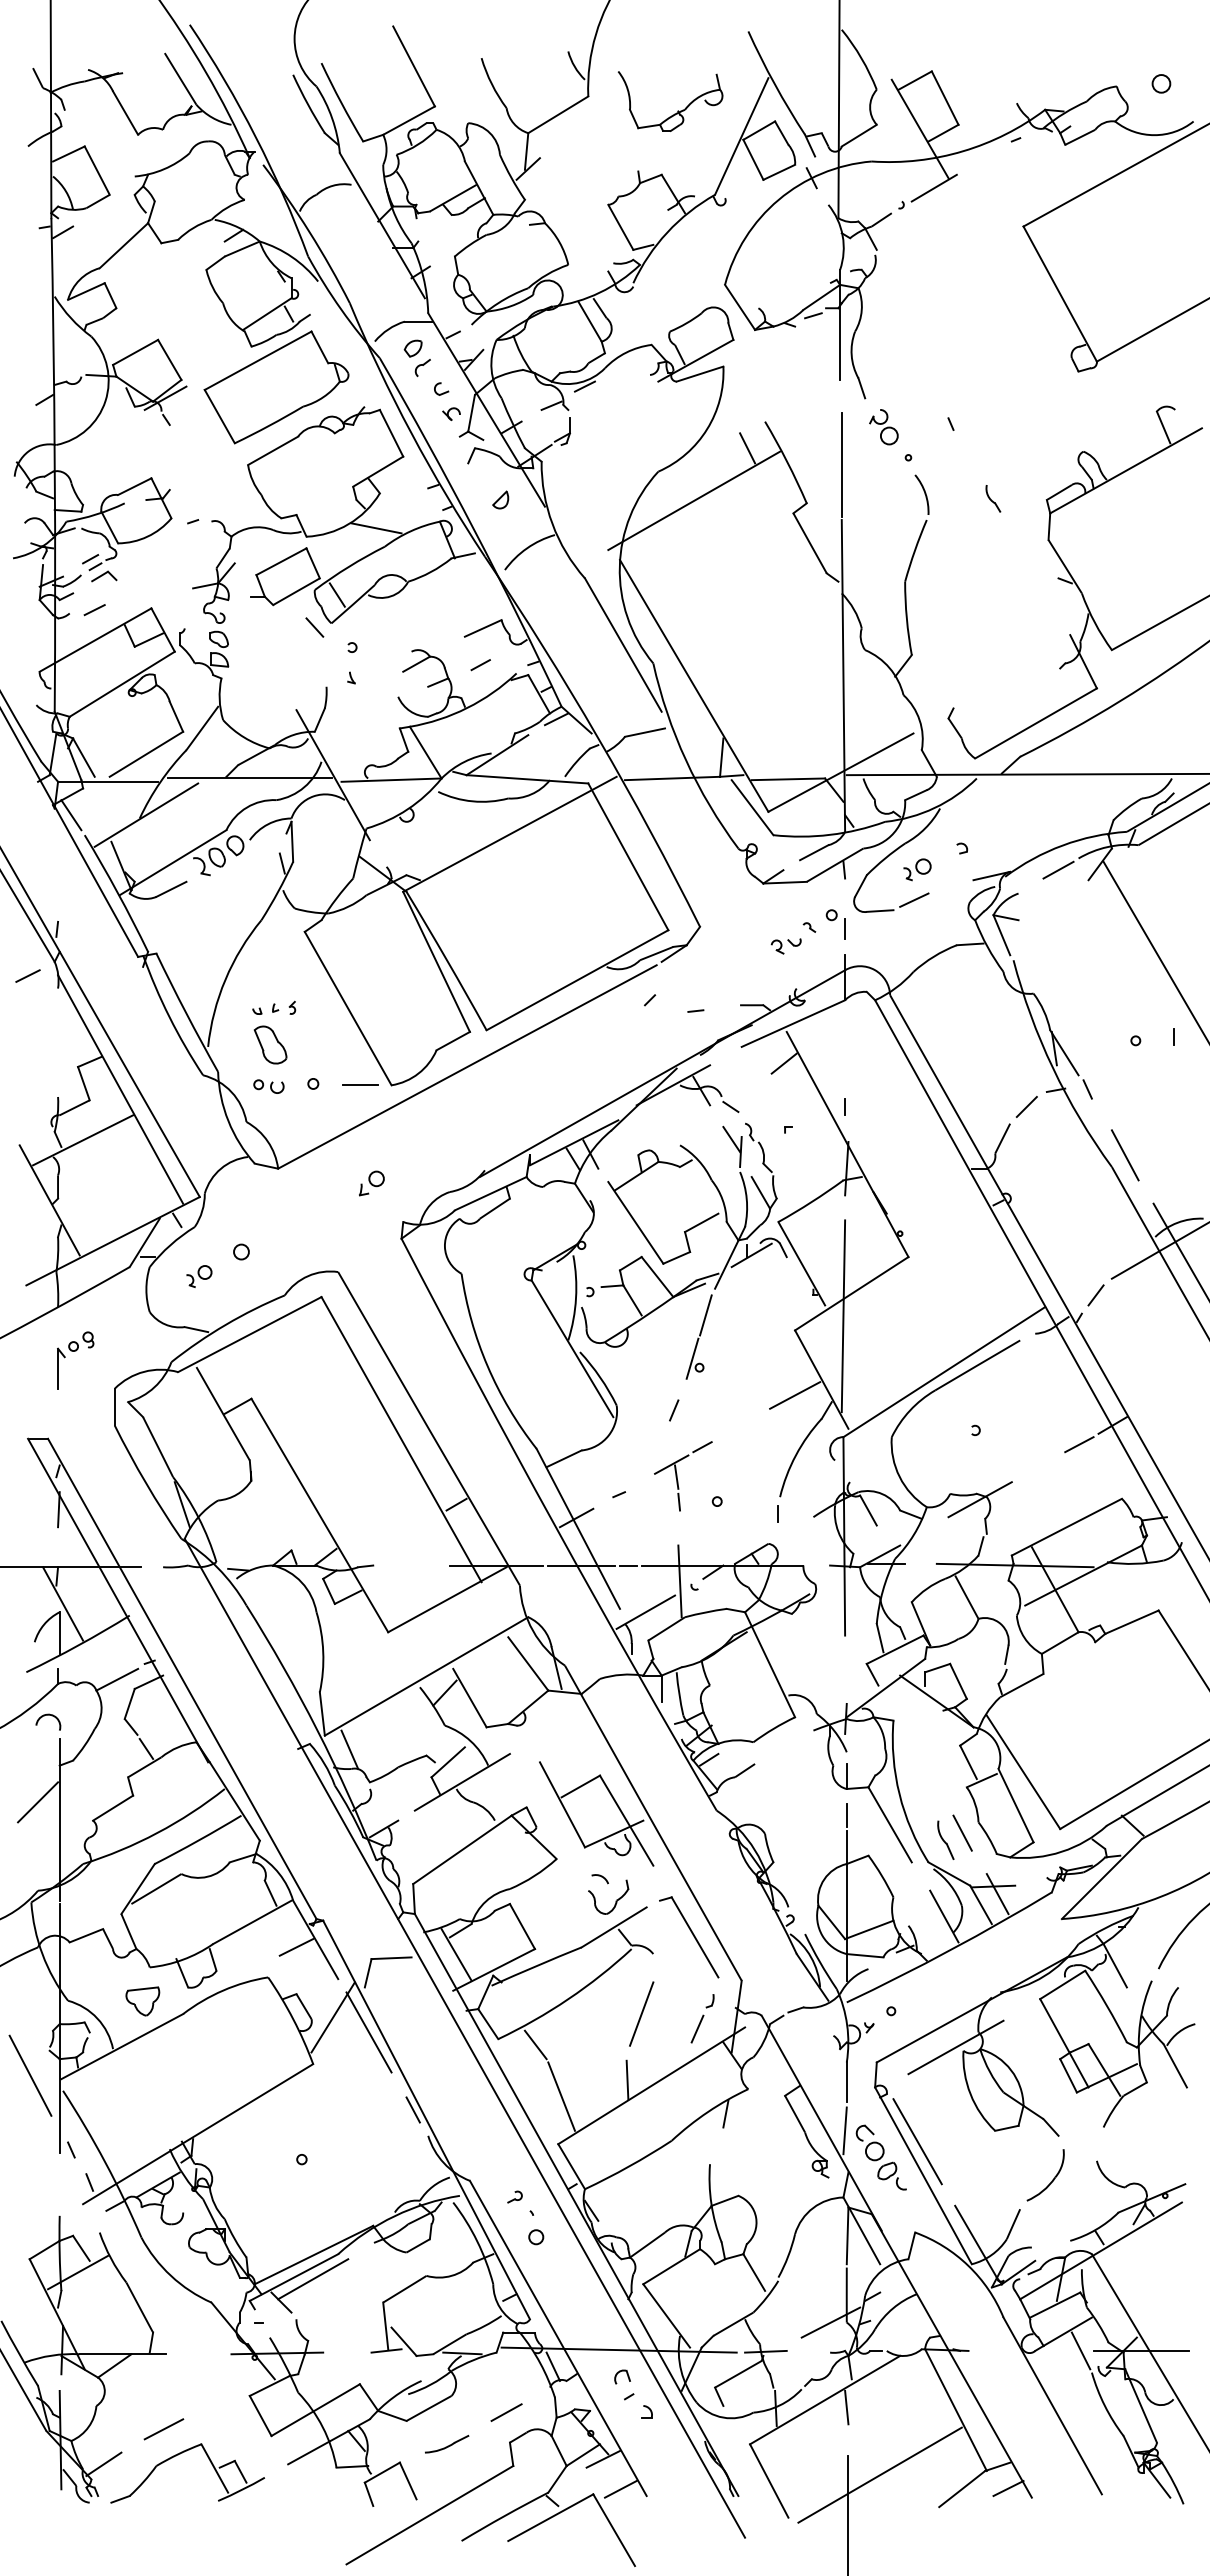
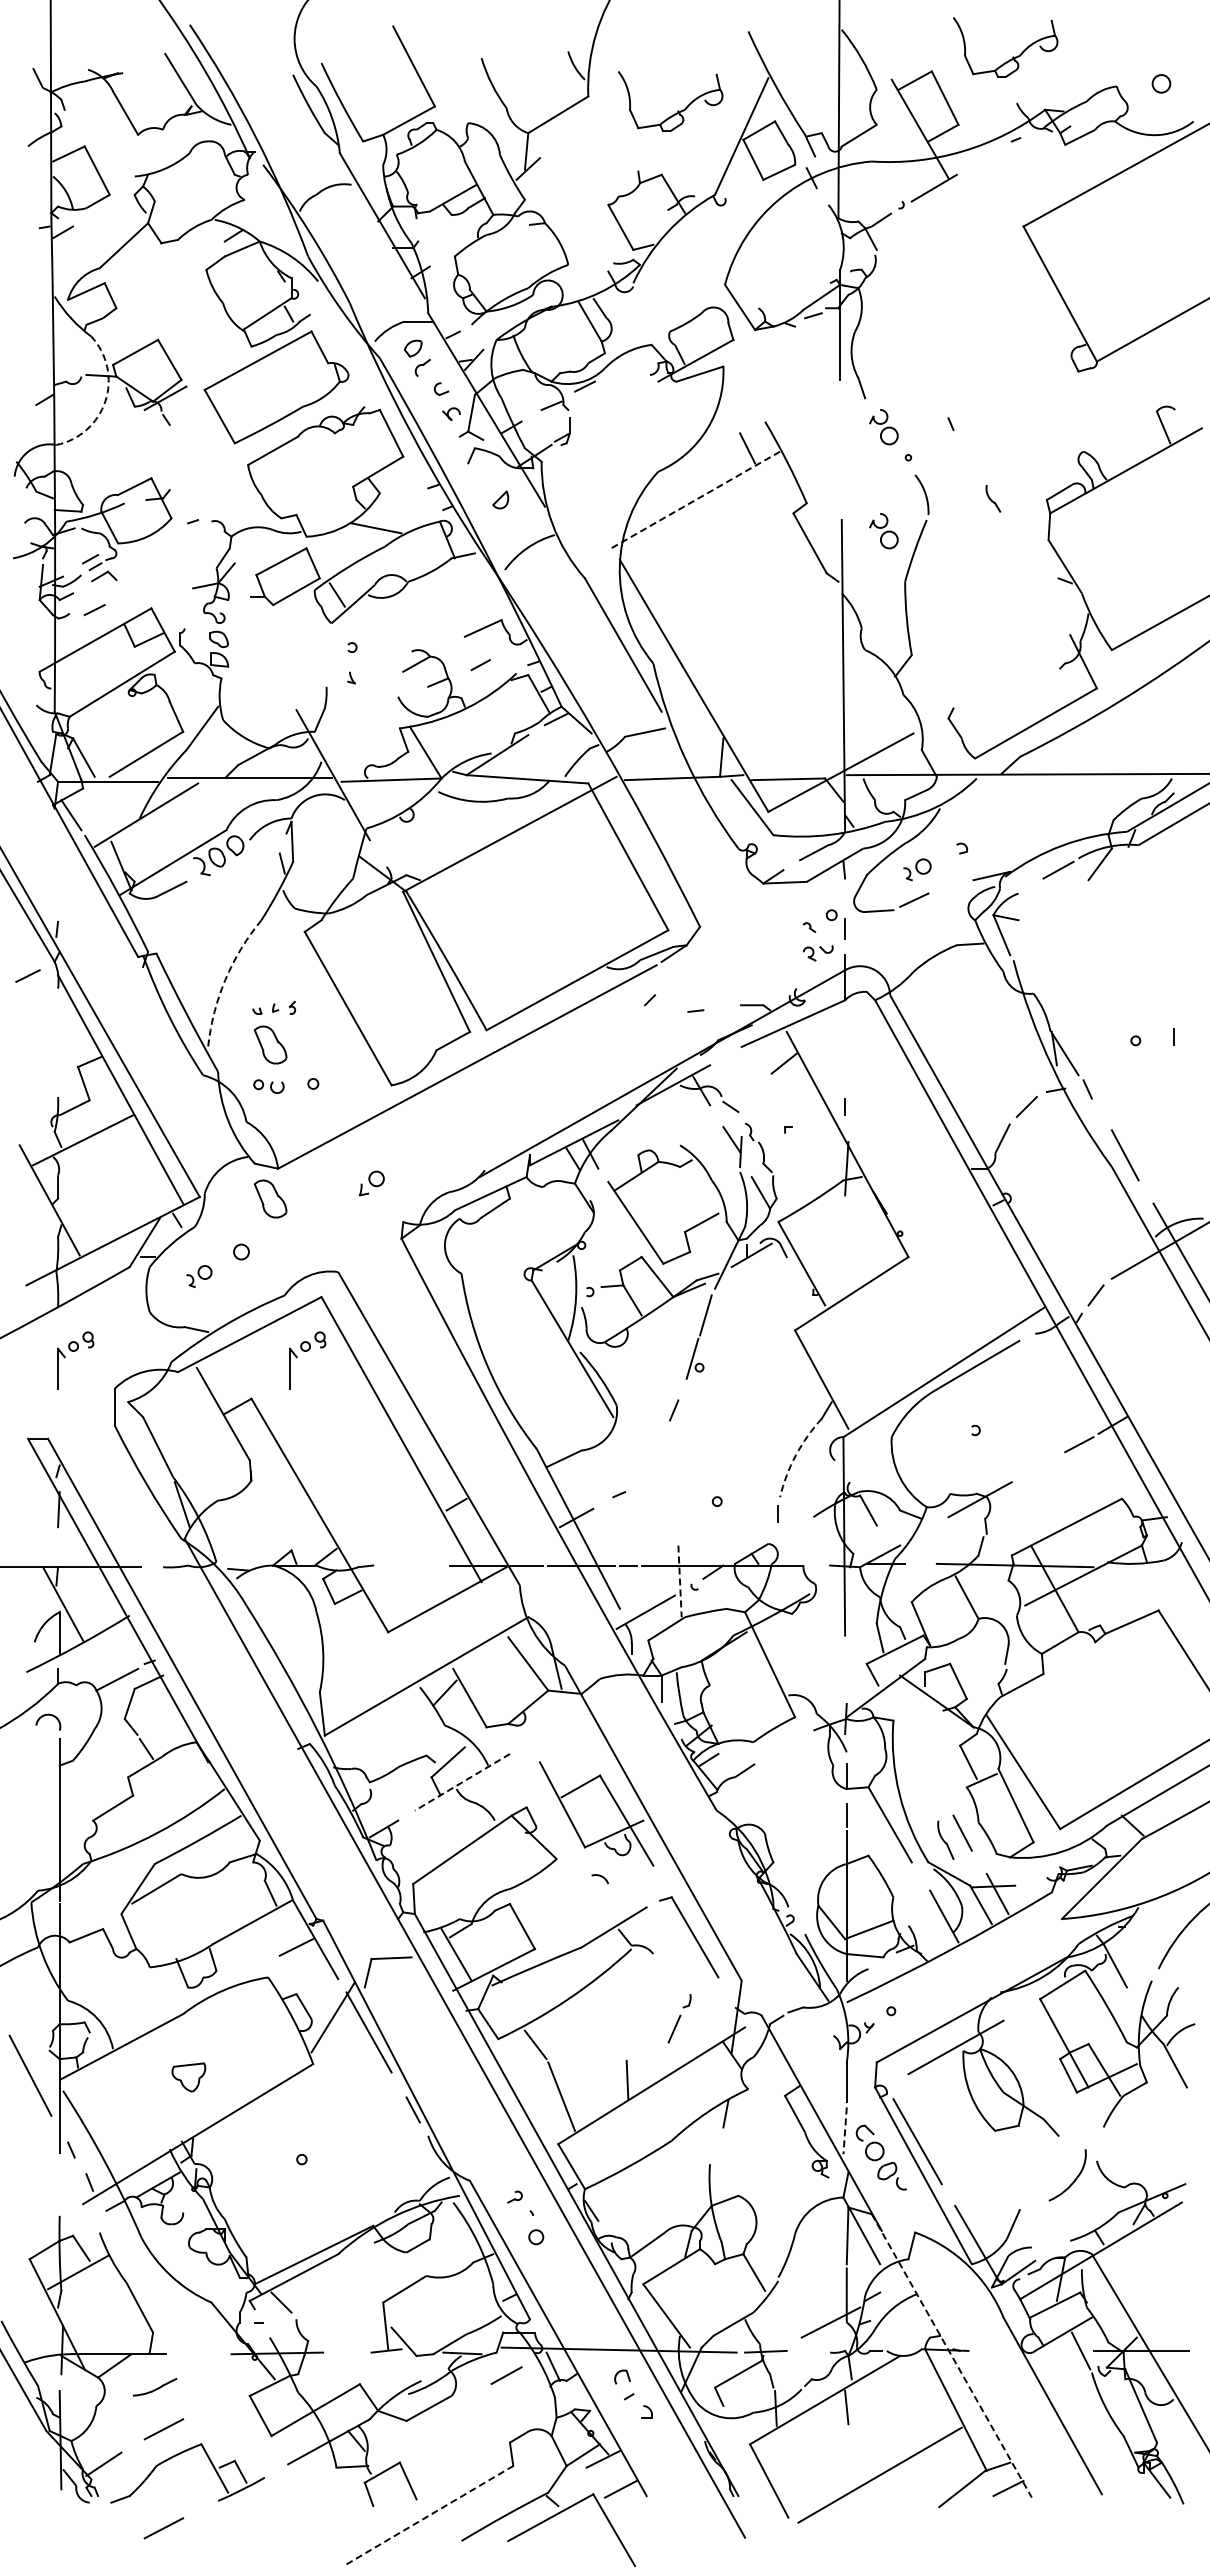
part at (1012, 56): none -> present
arc at (105, 401): solid -> dashed
line at (841, 464): present -> none
line at (694, 500): solid -> dashed
part at (883, 531): none -> present
line at (314, 627): present -> none
part at (785, 946) position: (785, 946) -> (817, 953)
line at (1154, 950): present -> none
arc at (225, 979): solid -> dashed
line at (360, 1085): present -> none
part at (270, 1198): none -> present
line at (843, 1316): present -> none
part at (307, 1351): none -> present
line at (795, 1395): present -> none
arc at (795, 1455): solid -> dashed
part at (683, 1476): present -> none
line at (680, 1581): solid -> dashed
line at (349, 1749): present -> none
line at (461, 1782): solid -> dashed
line at (38, 1802): present -> none
part at (615, 1900): present -> none
part at (142, 2001) position: (142, 2001) -> (188, 2077)
line at (641, 2013): present -> none
part at (702, 2018) position: (702, 2018) -> (679, 2018)
line at (845, 2131): solid -> dashed
part at (1051, 2180) position: (1051, 2180) -> (1073, 2180)
line at (313, 2279): present -> none
line at (951, 2355): solid -> dashed
line at (506, 2412) position: (506, 2412) -> (506, 2375)
part at (447, 2444) position: (447, 2444) -> (155, 2387)
line at (848, 2513): present -> none
line at (429, 2515): solid -> dashed
line at (163, 2528): none -> present
